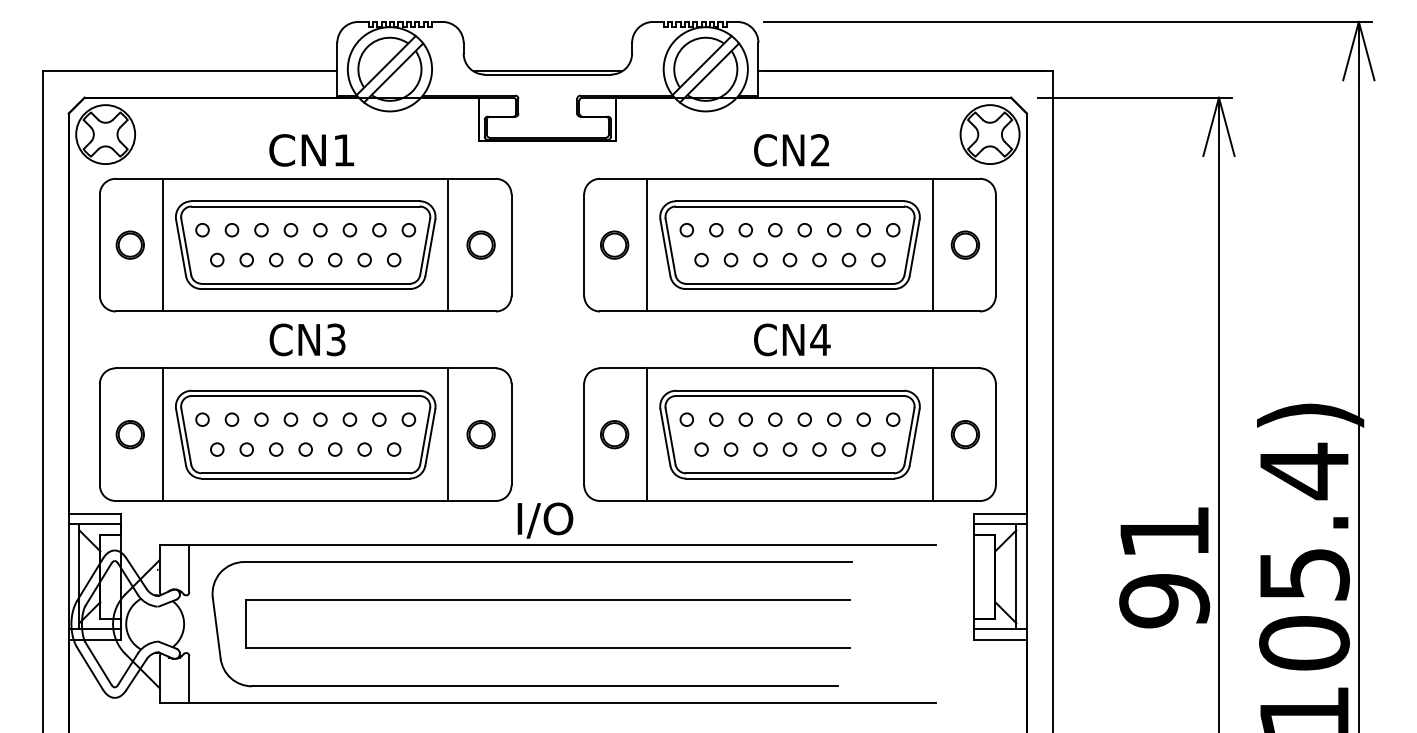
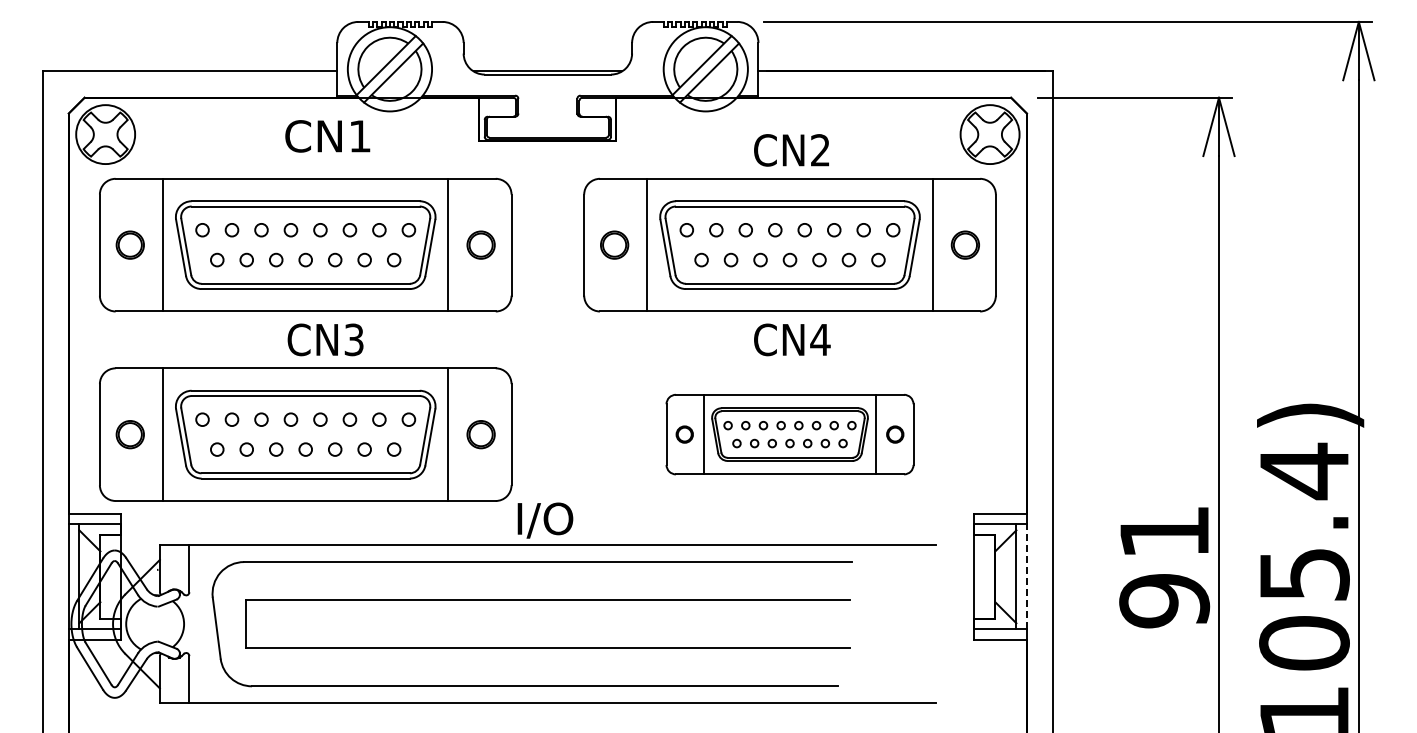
text at (311, 150) position: (311, 150) -> (327, 136)
text at (307, 339) position: (307, 339) -> (325, 339)
part at (789, 434) size: 414x135 px -> 250x83 px
line at (1026, 576): solid -> dashed
